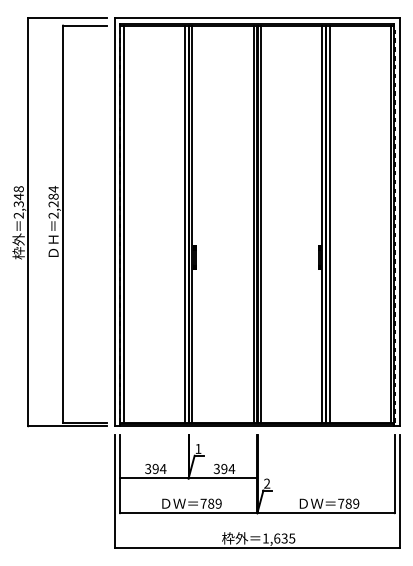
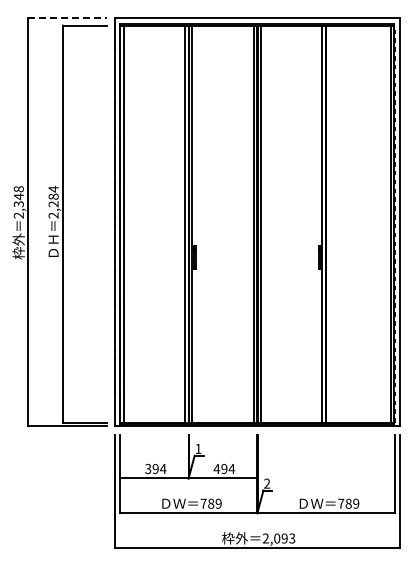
line at (67, 18): solid -> dashed
line at (329, 223): present -> none
text at (216, 468): 394 -> 494
text at (278, 538): 1,635 -> 2,093
